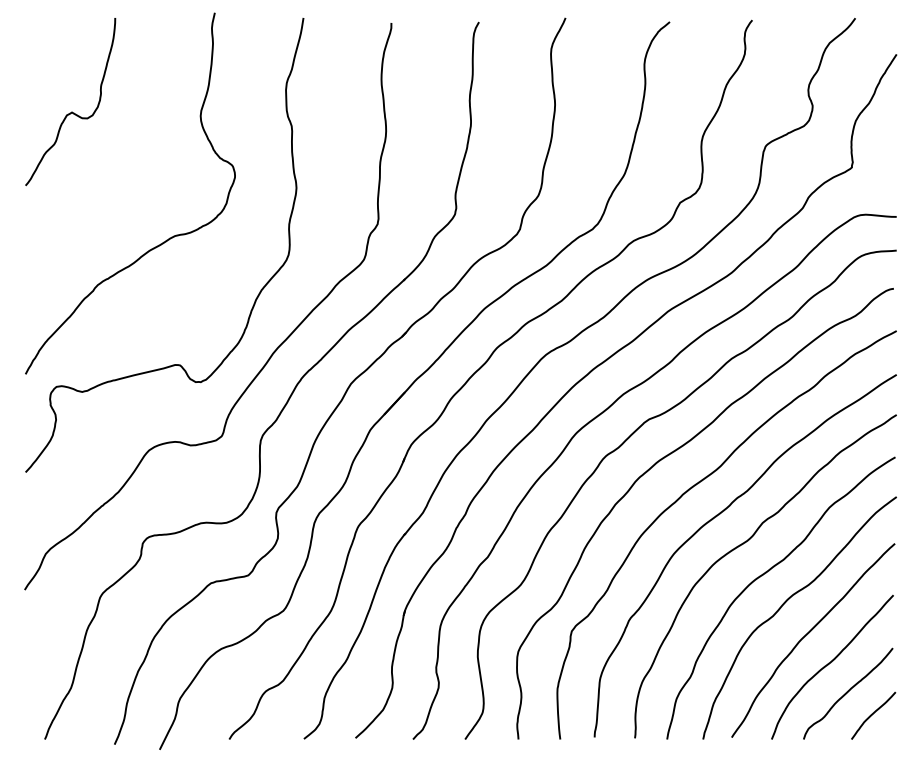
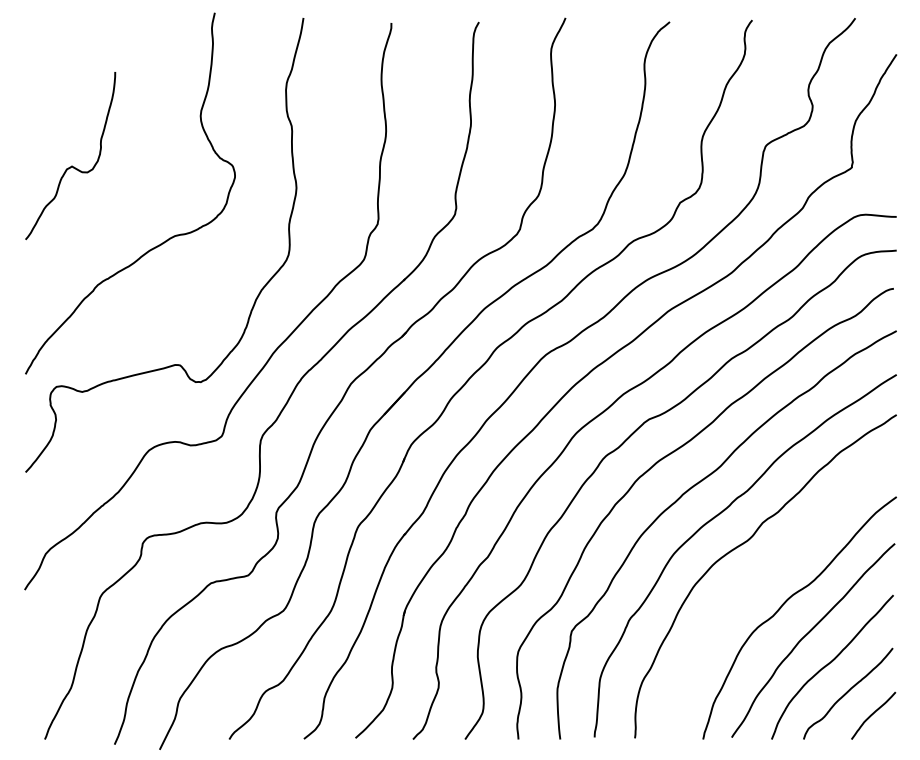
curve at (71, 111) position: (71, 111) -> (71, 165)
curve at (762, 576): present -> none
